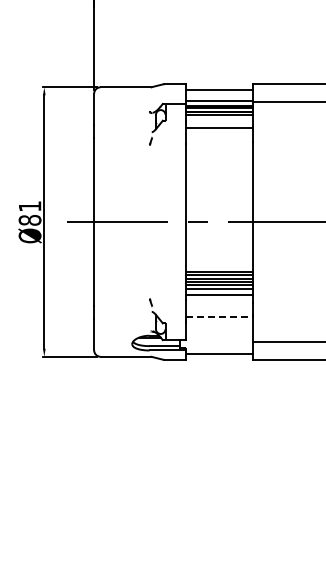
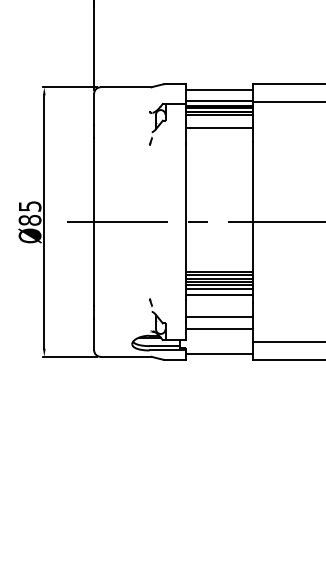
text at (30, 206): Ø81 -> Ø85
line at (219, 316): dashed -> solid
line at (219, 329): none -> present
